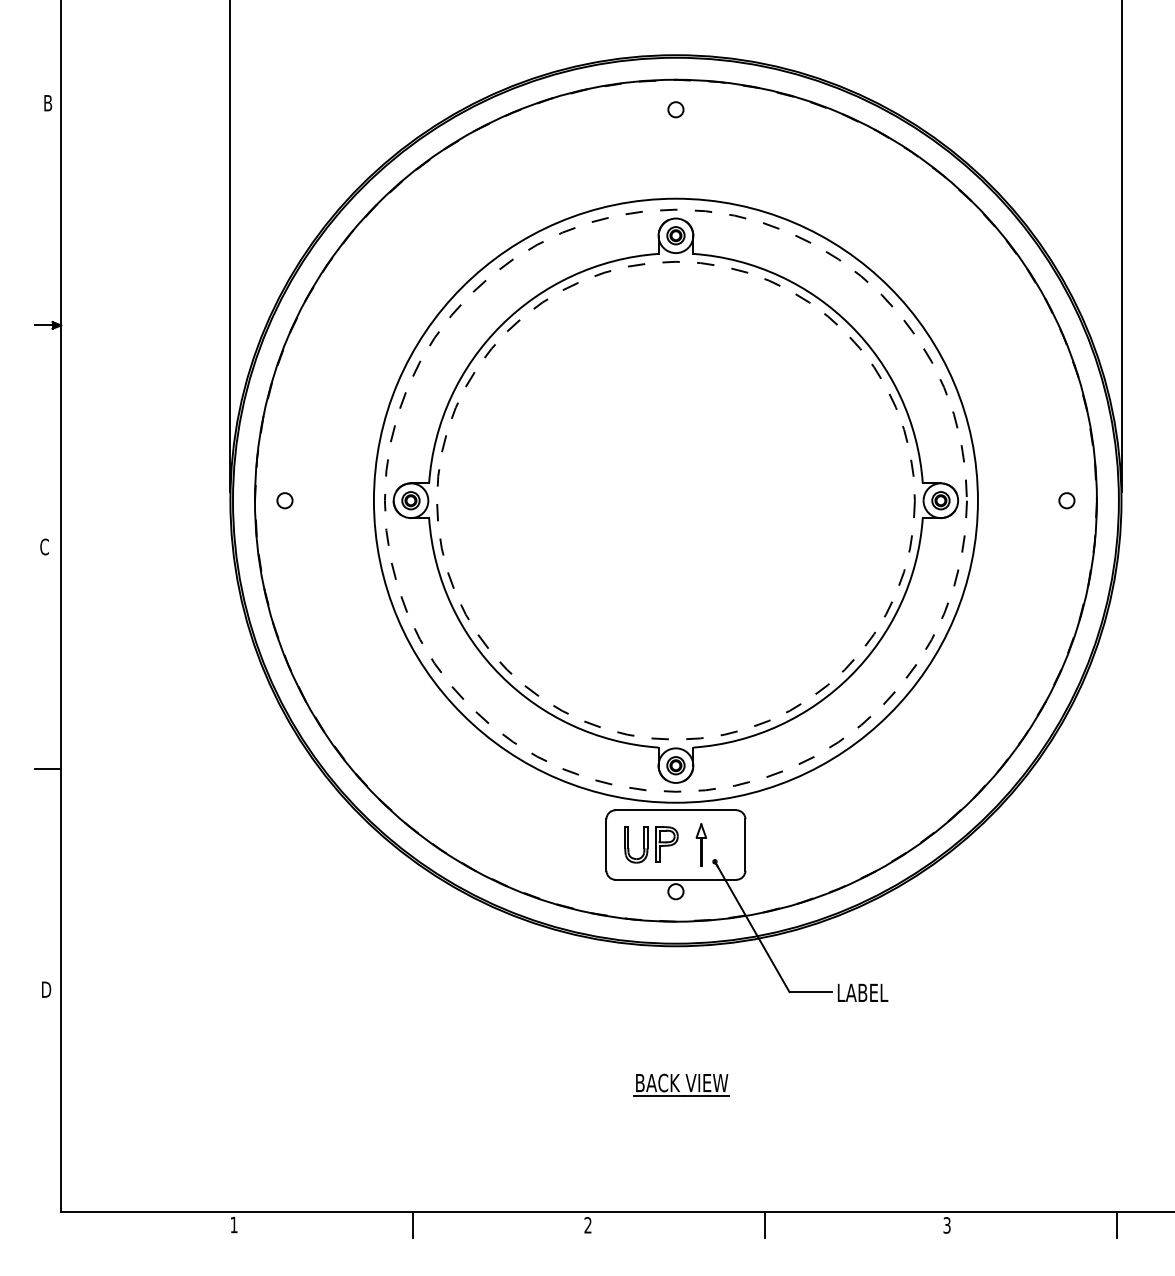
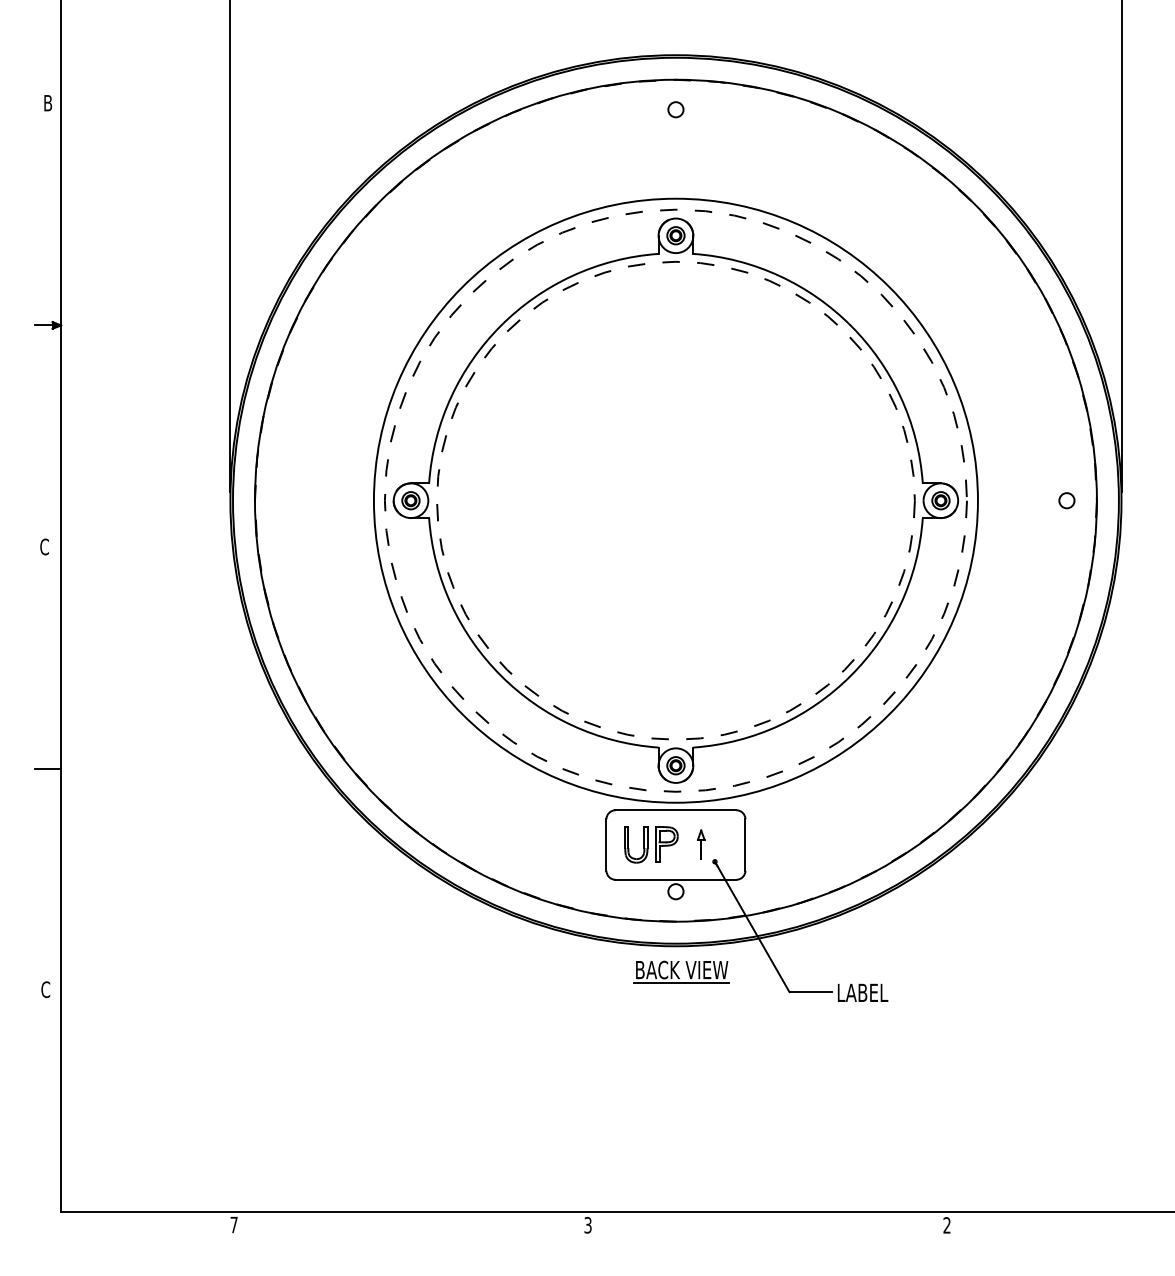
circle at (284, 500): present -> none
part at (700, 844) size: 12x44 px -> 9x31 px
text at (46, 989): D -> C
part at (681, 1084) position: (681, 1084) -> (681, 971)
text at (233, 1224): 1 -> 7
line at (413, 1224): present -> none
line at (764, 1224): present -> none
line at (1116, 1224): present -> none
text at (587, 1225): 2 -> 3
text at (946, 1225): 3 -> 2
